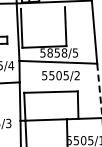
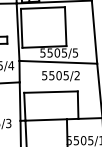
line at (42, 7): none -> present
text at (57, 52): 5858/5 -> 5505/5
line at (99, 88): dashed -> solid
